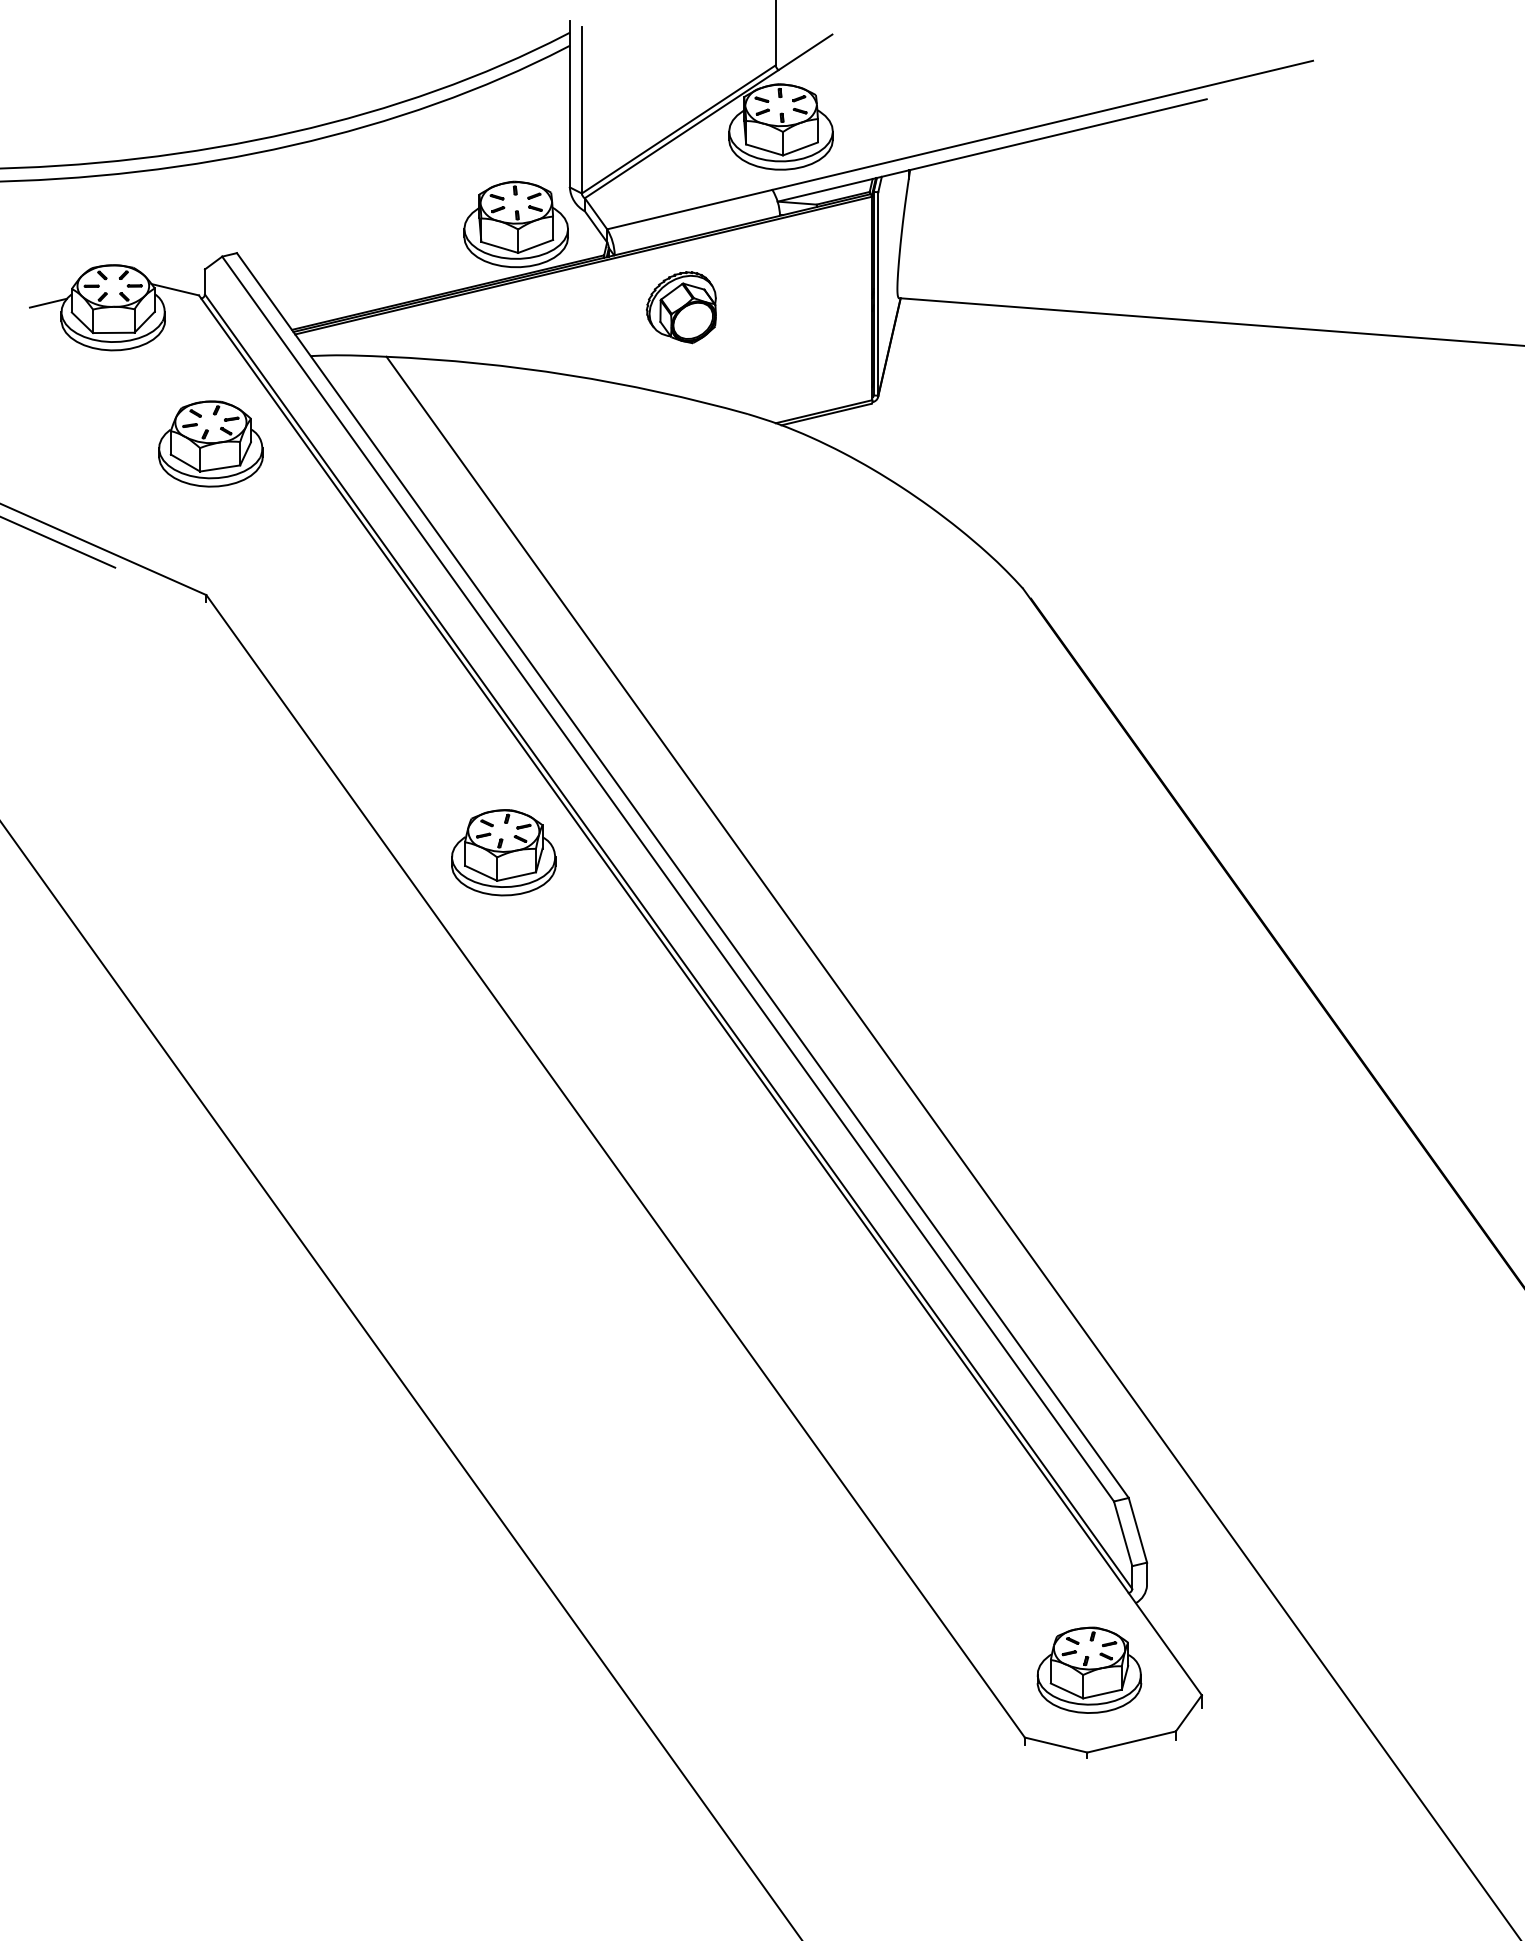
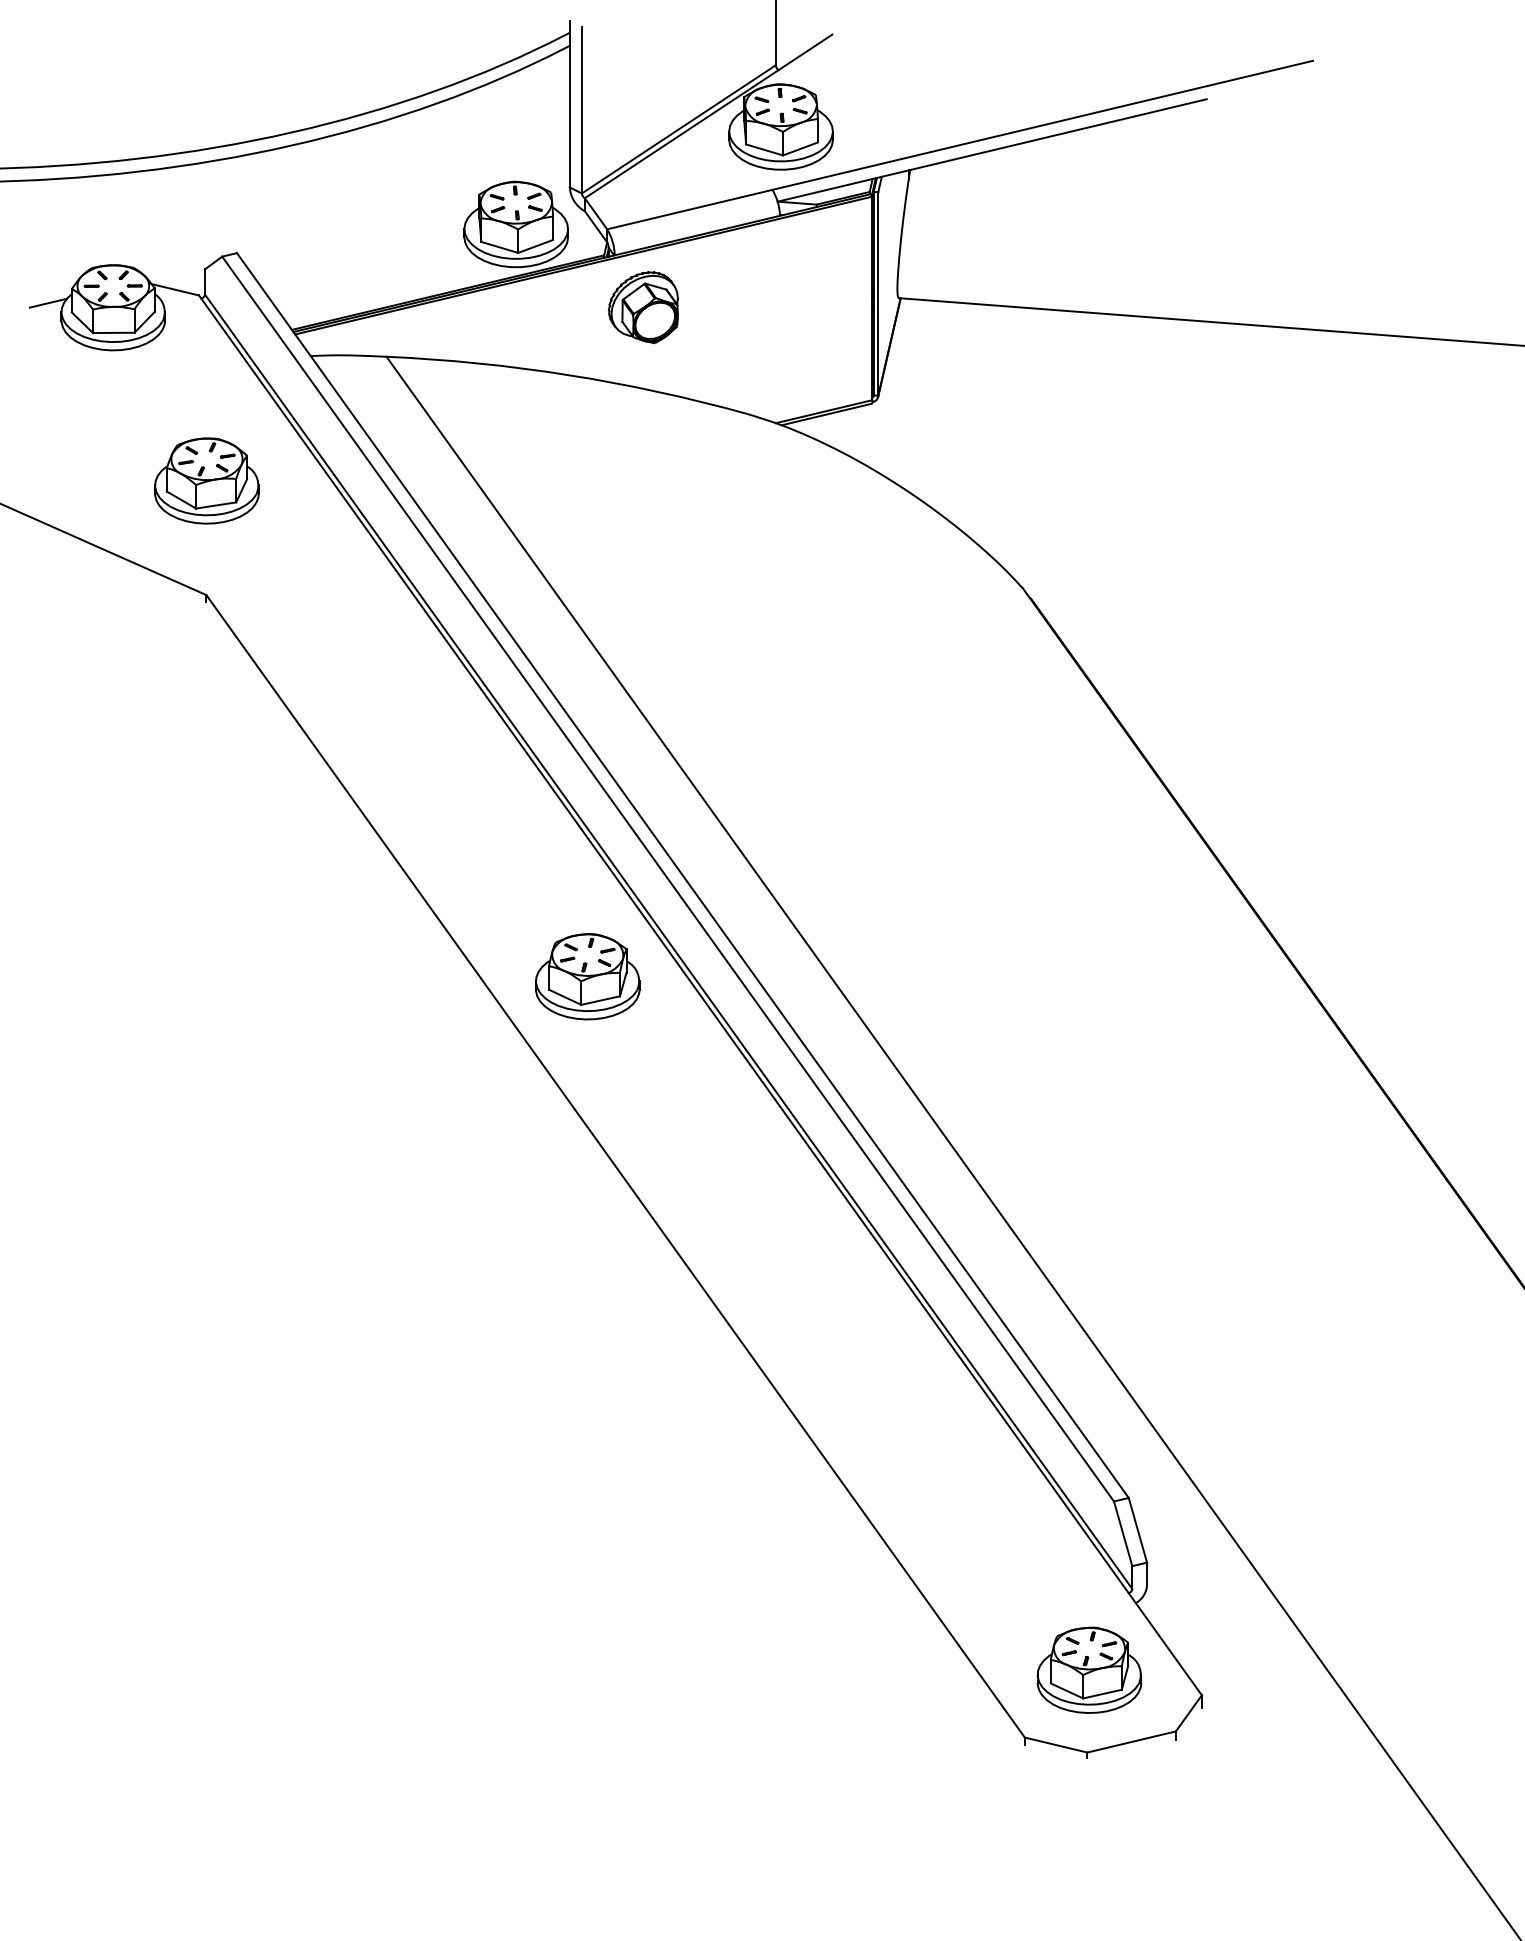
part at (681, 307) position: (681, 307) -> (643, 307)
part at (210, 443) position: (210, 443) -> (206, 480)
line at (58, 542): present -> none
part at (503, 852) position: (503, 852) -> (587, 976)
line at (401, 1380): present -> none
